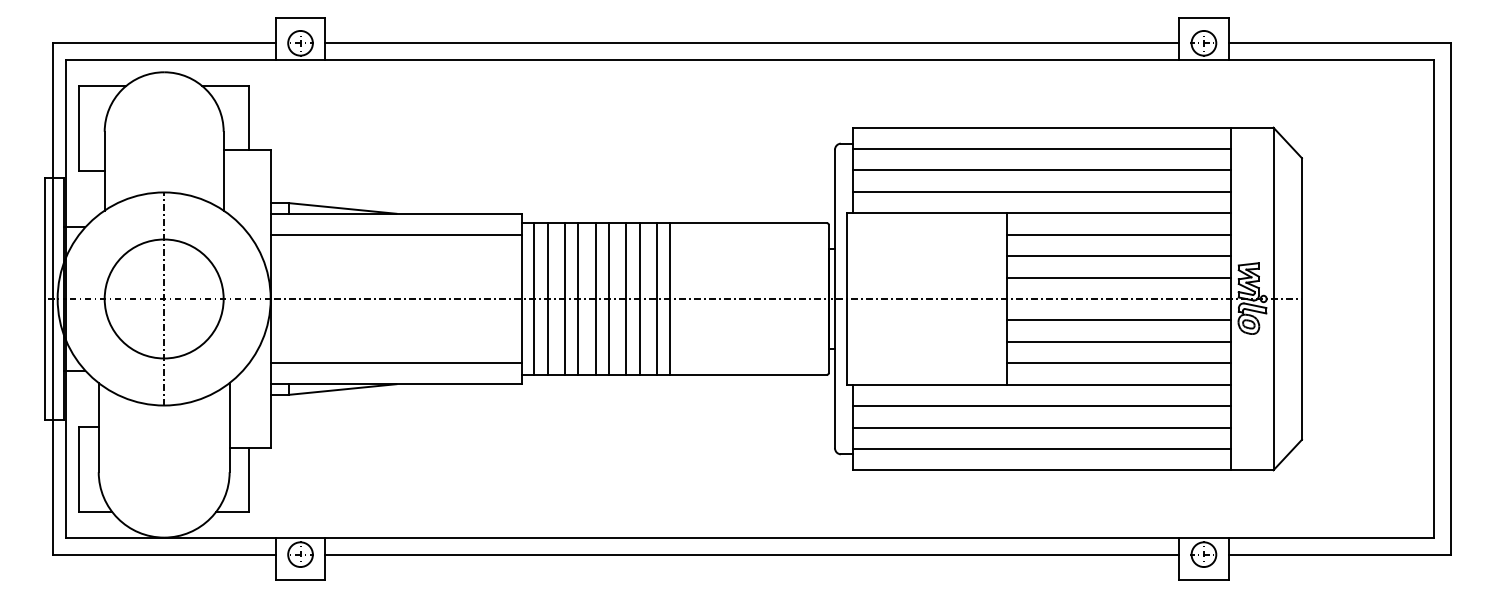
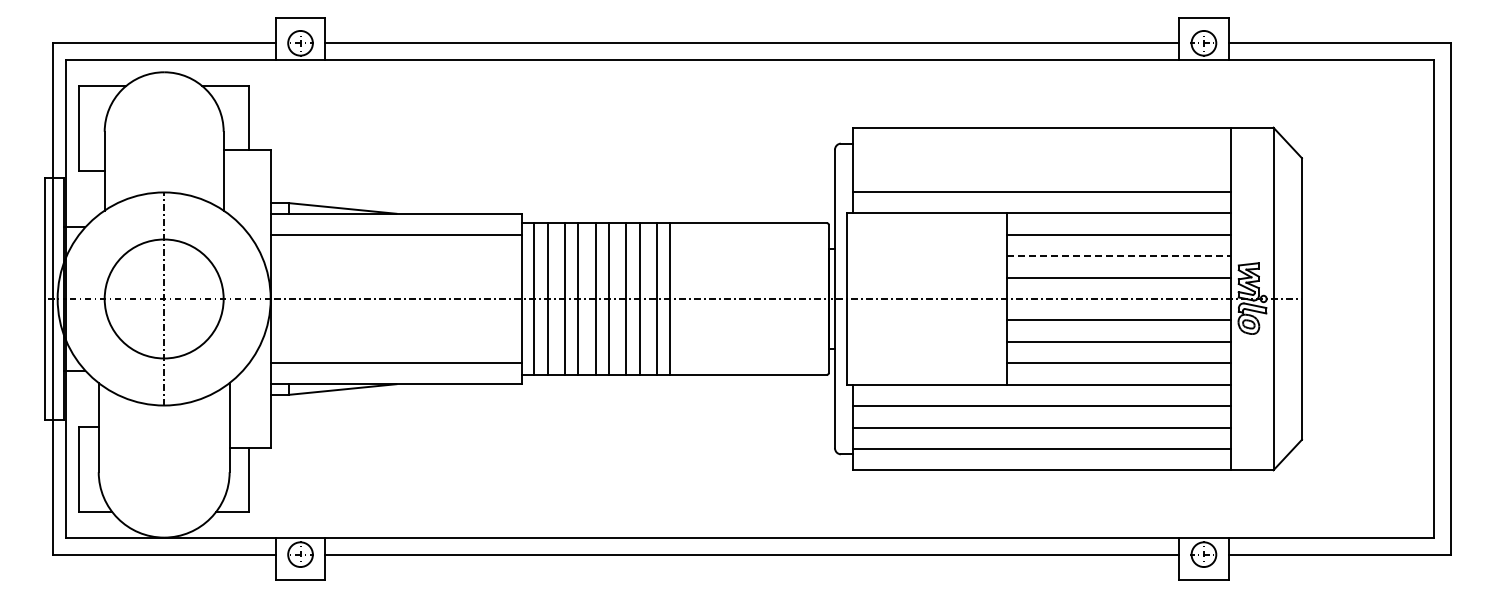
line at (1041, 149): present -> none
line at (1041, 170): present -> none
line at (1119, 256): solid -> dashed
